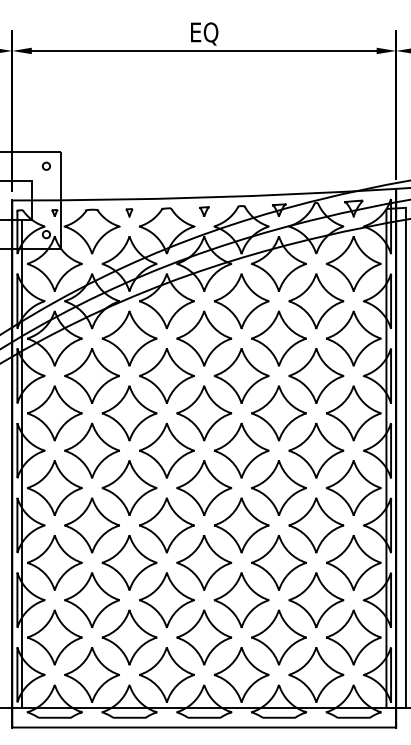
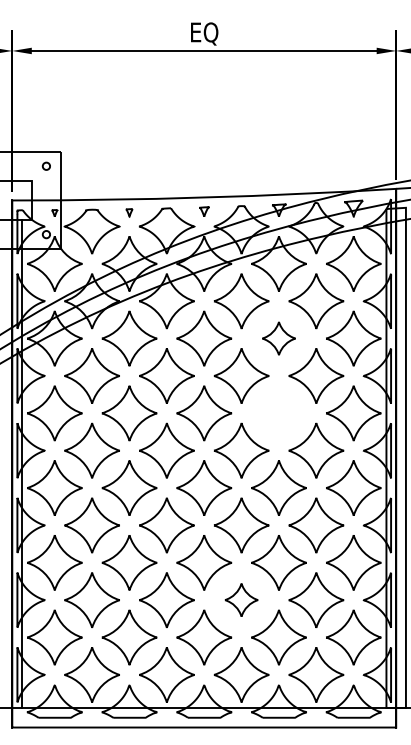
part at (278, 338) size: 56x57 px -> 34x35 px
part at (278, 413): present -> none
part at (241, 599) size: 57x56 px -> 35x34 px
